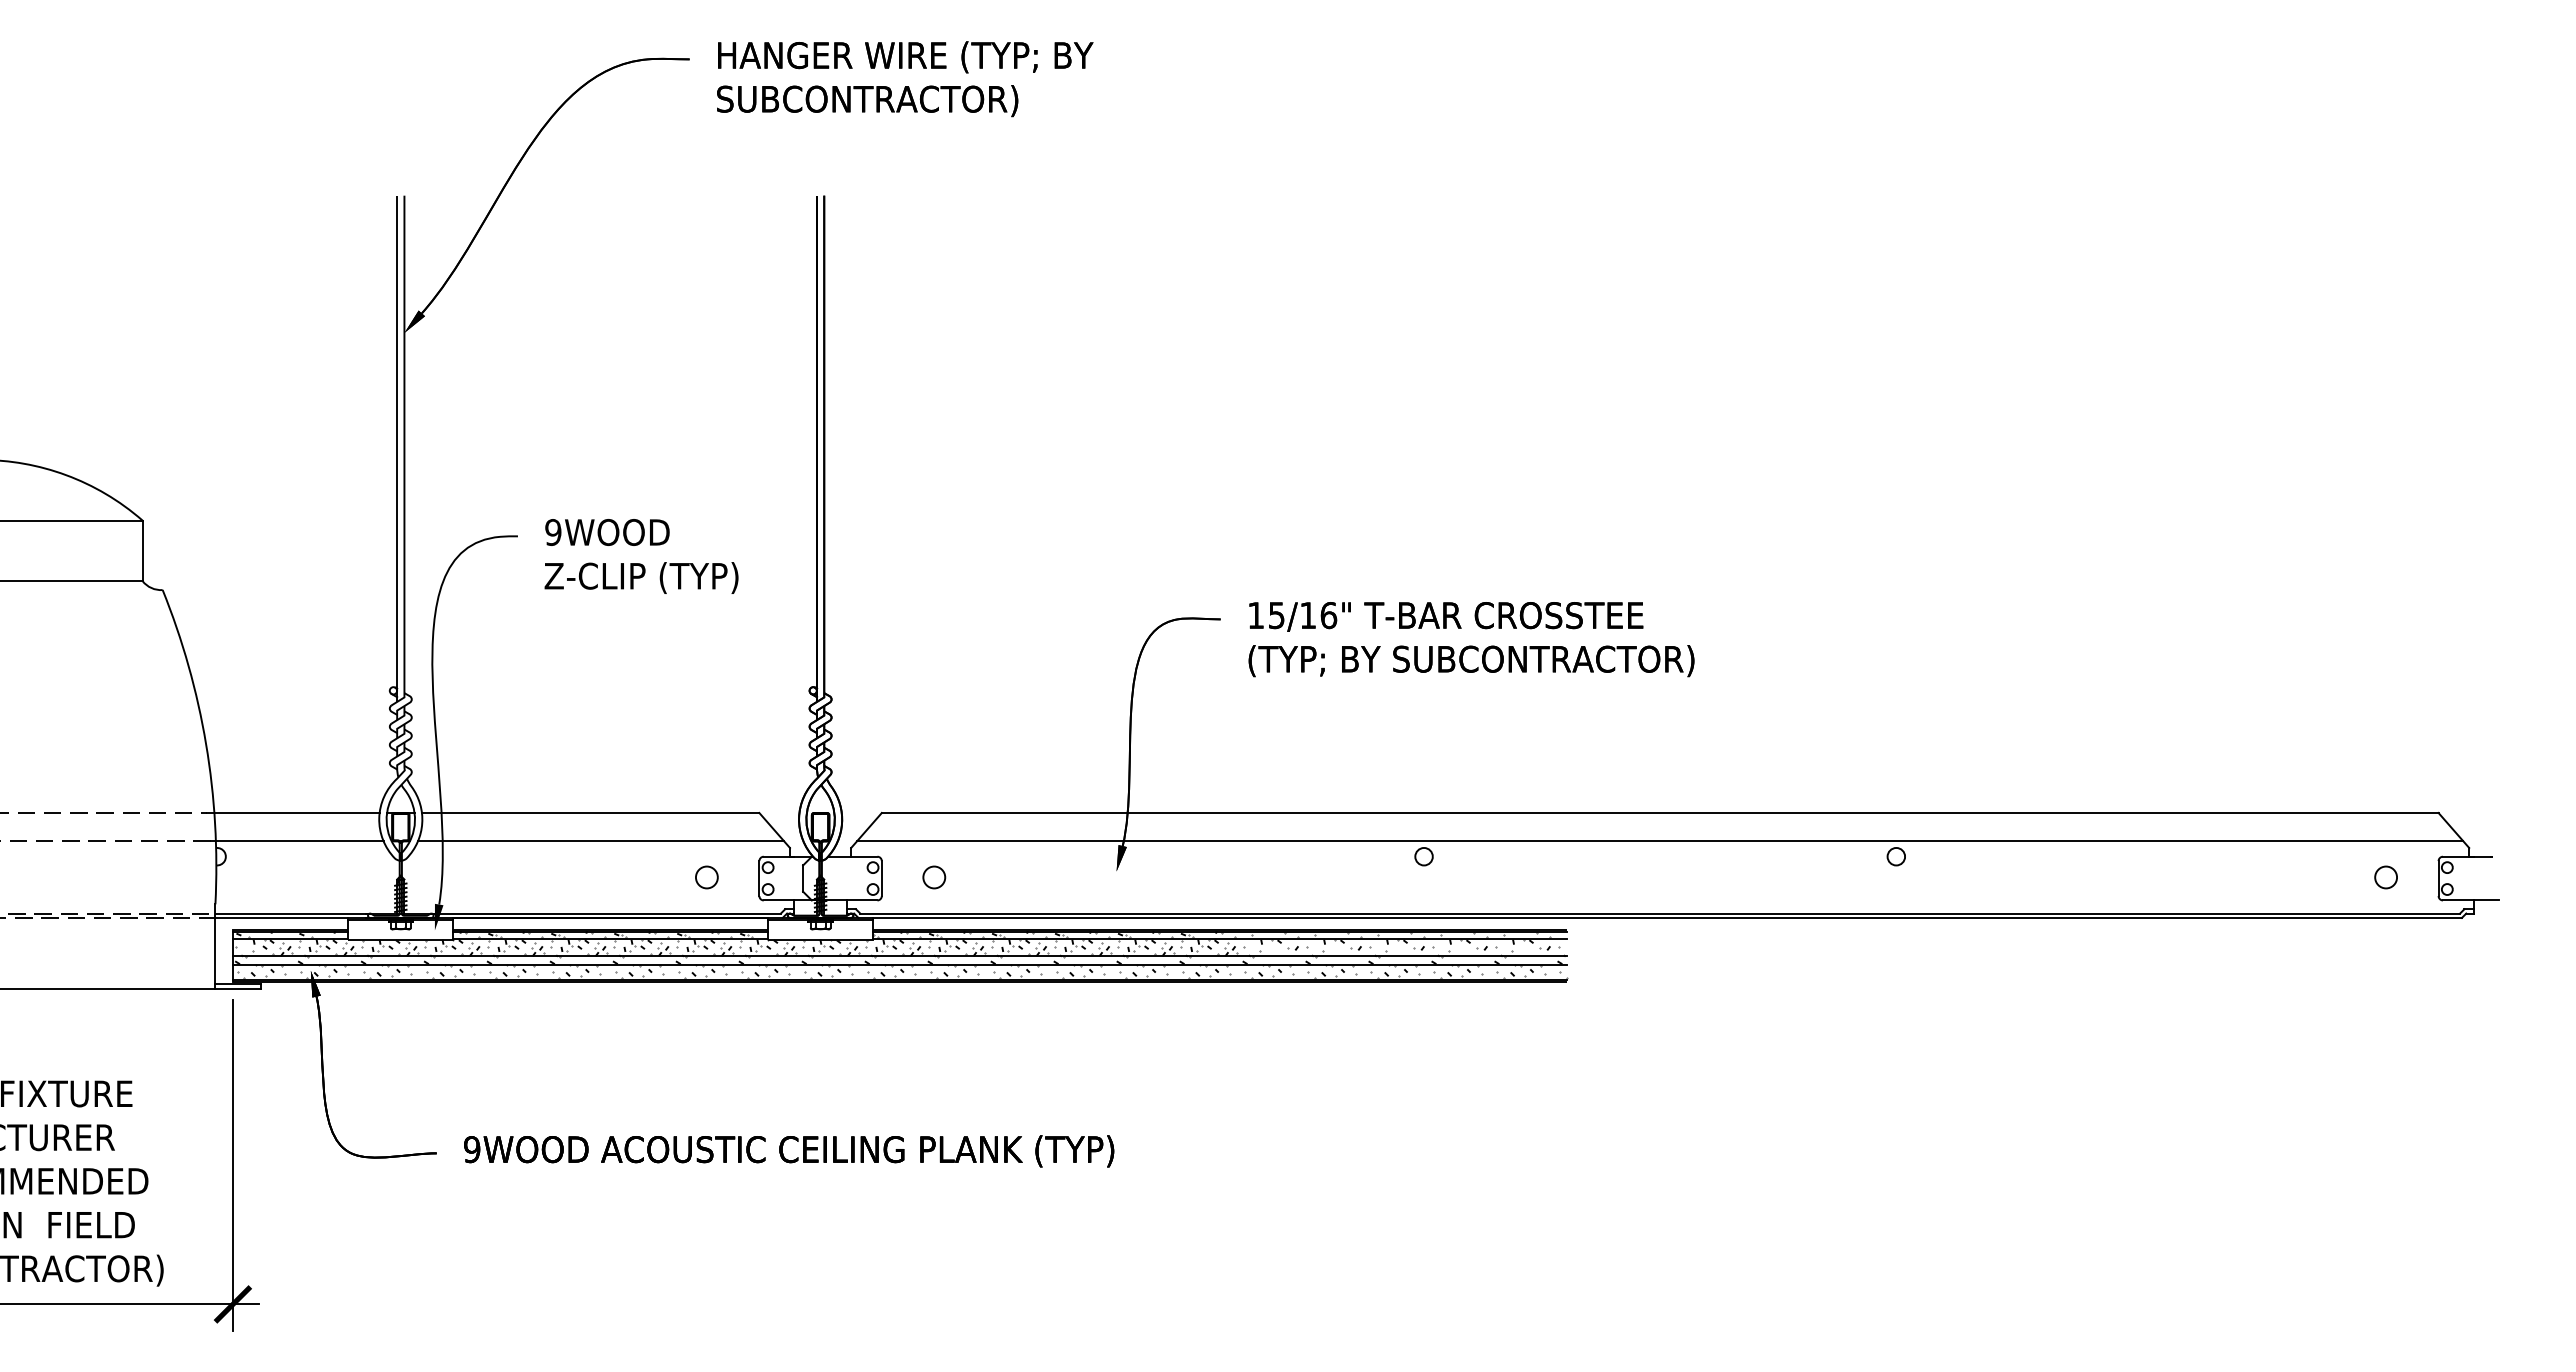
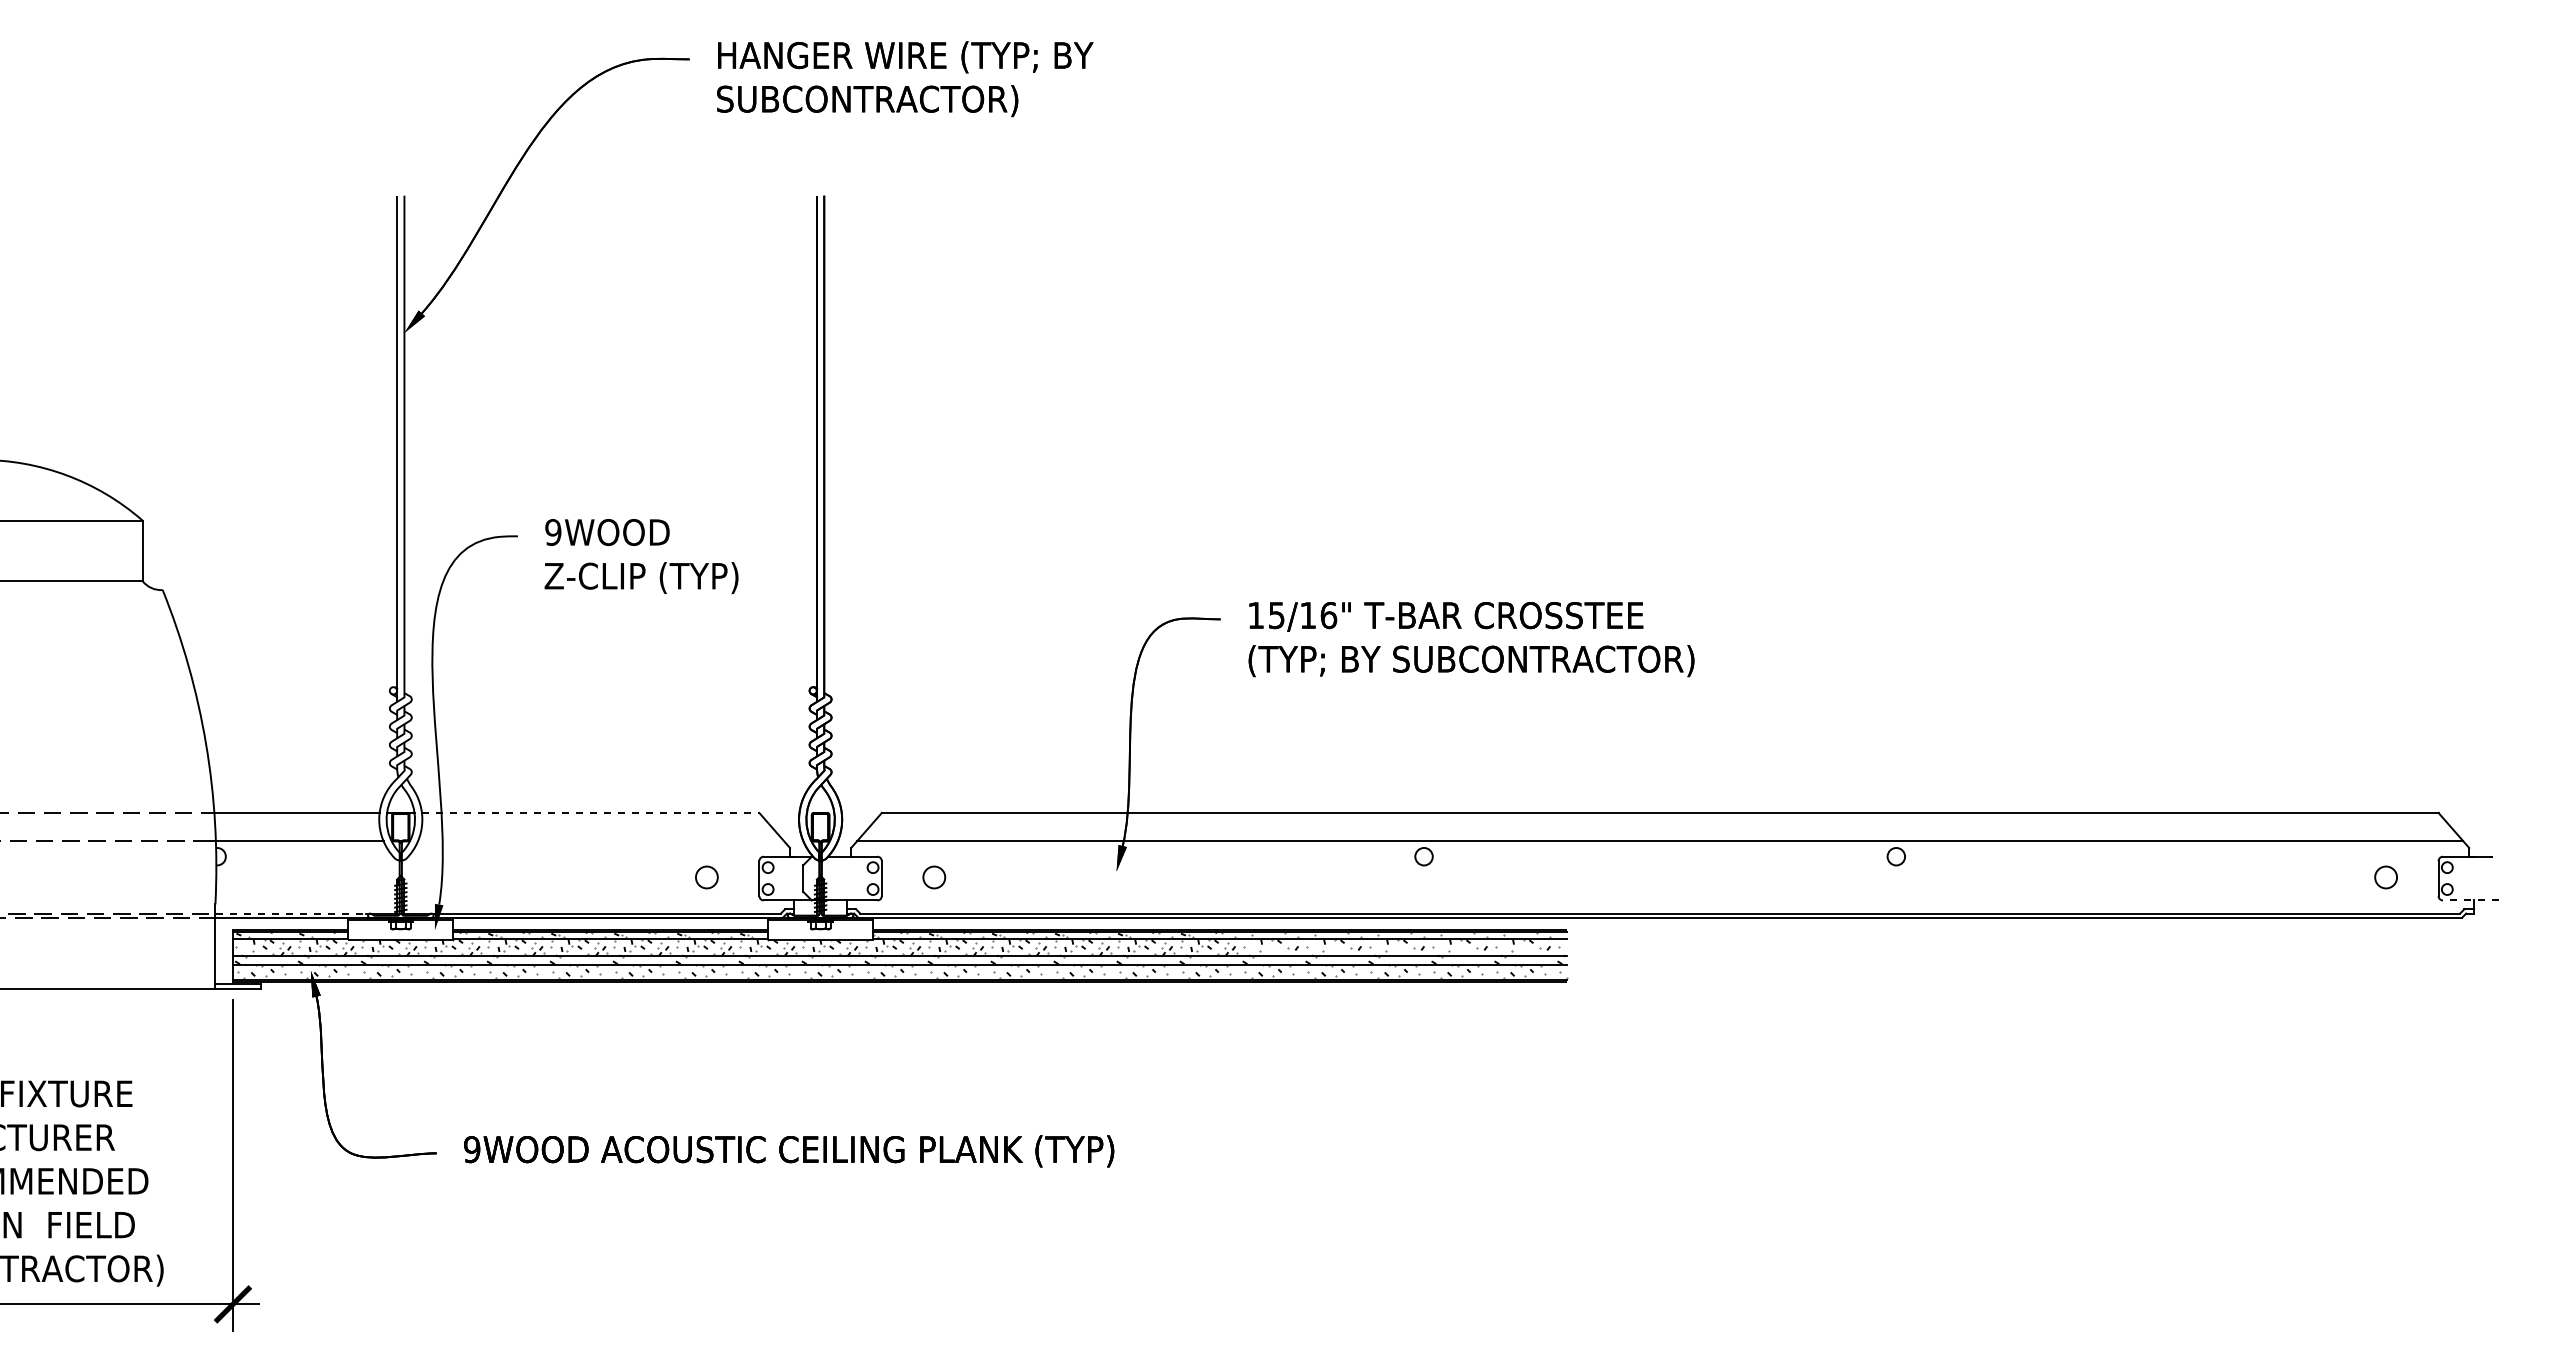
line at (590, 812): solid -> dashed
line at (600, 841): present -> none
line at (2470, 900): solid -> dashed
line at (293, 913): solid -> dashed
